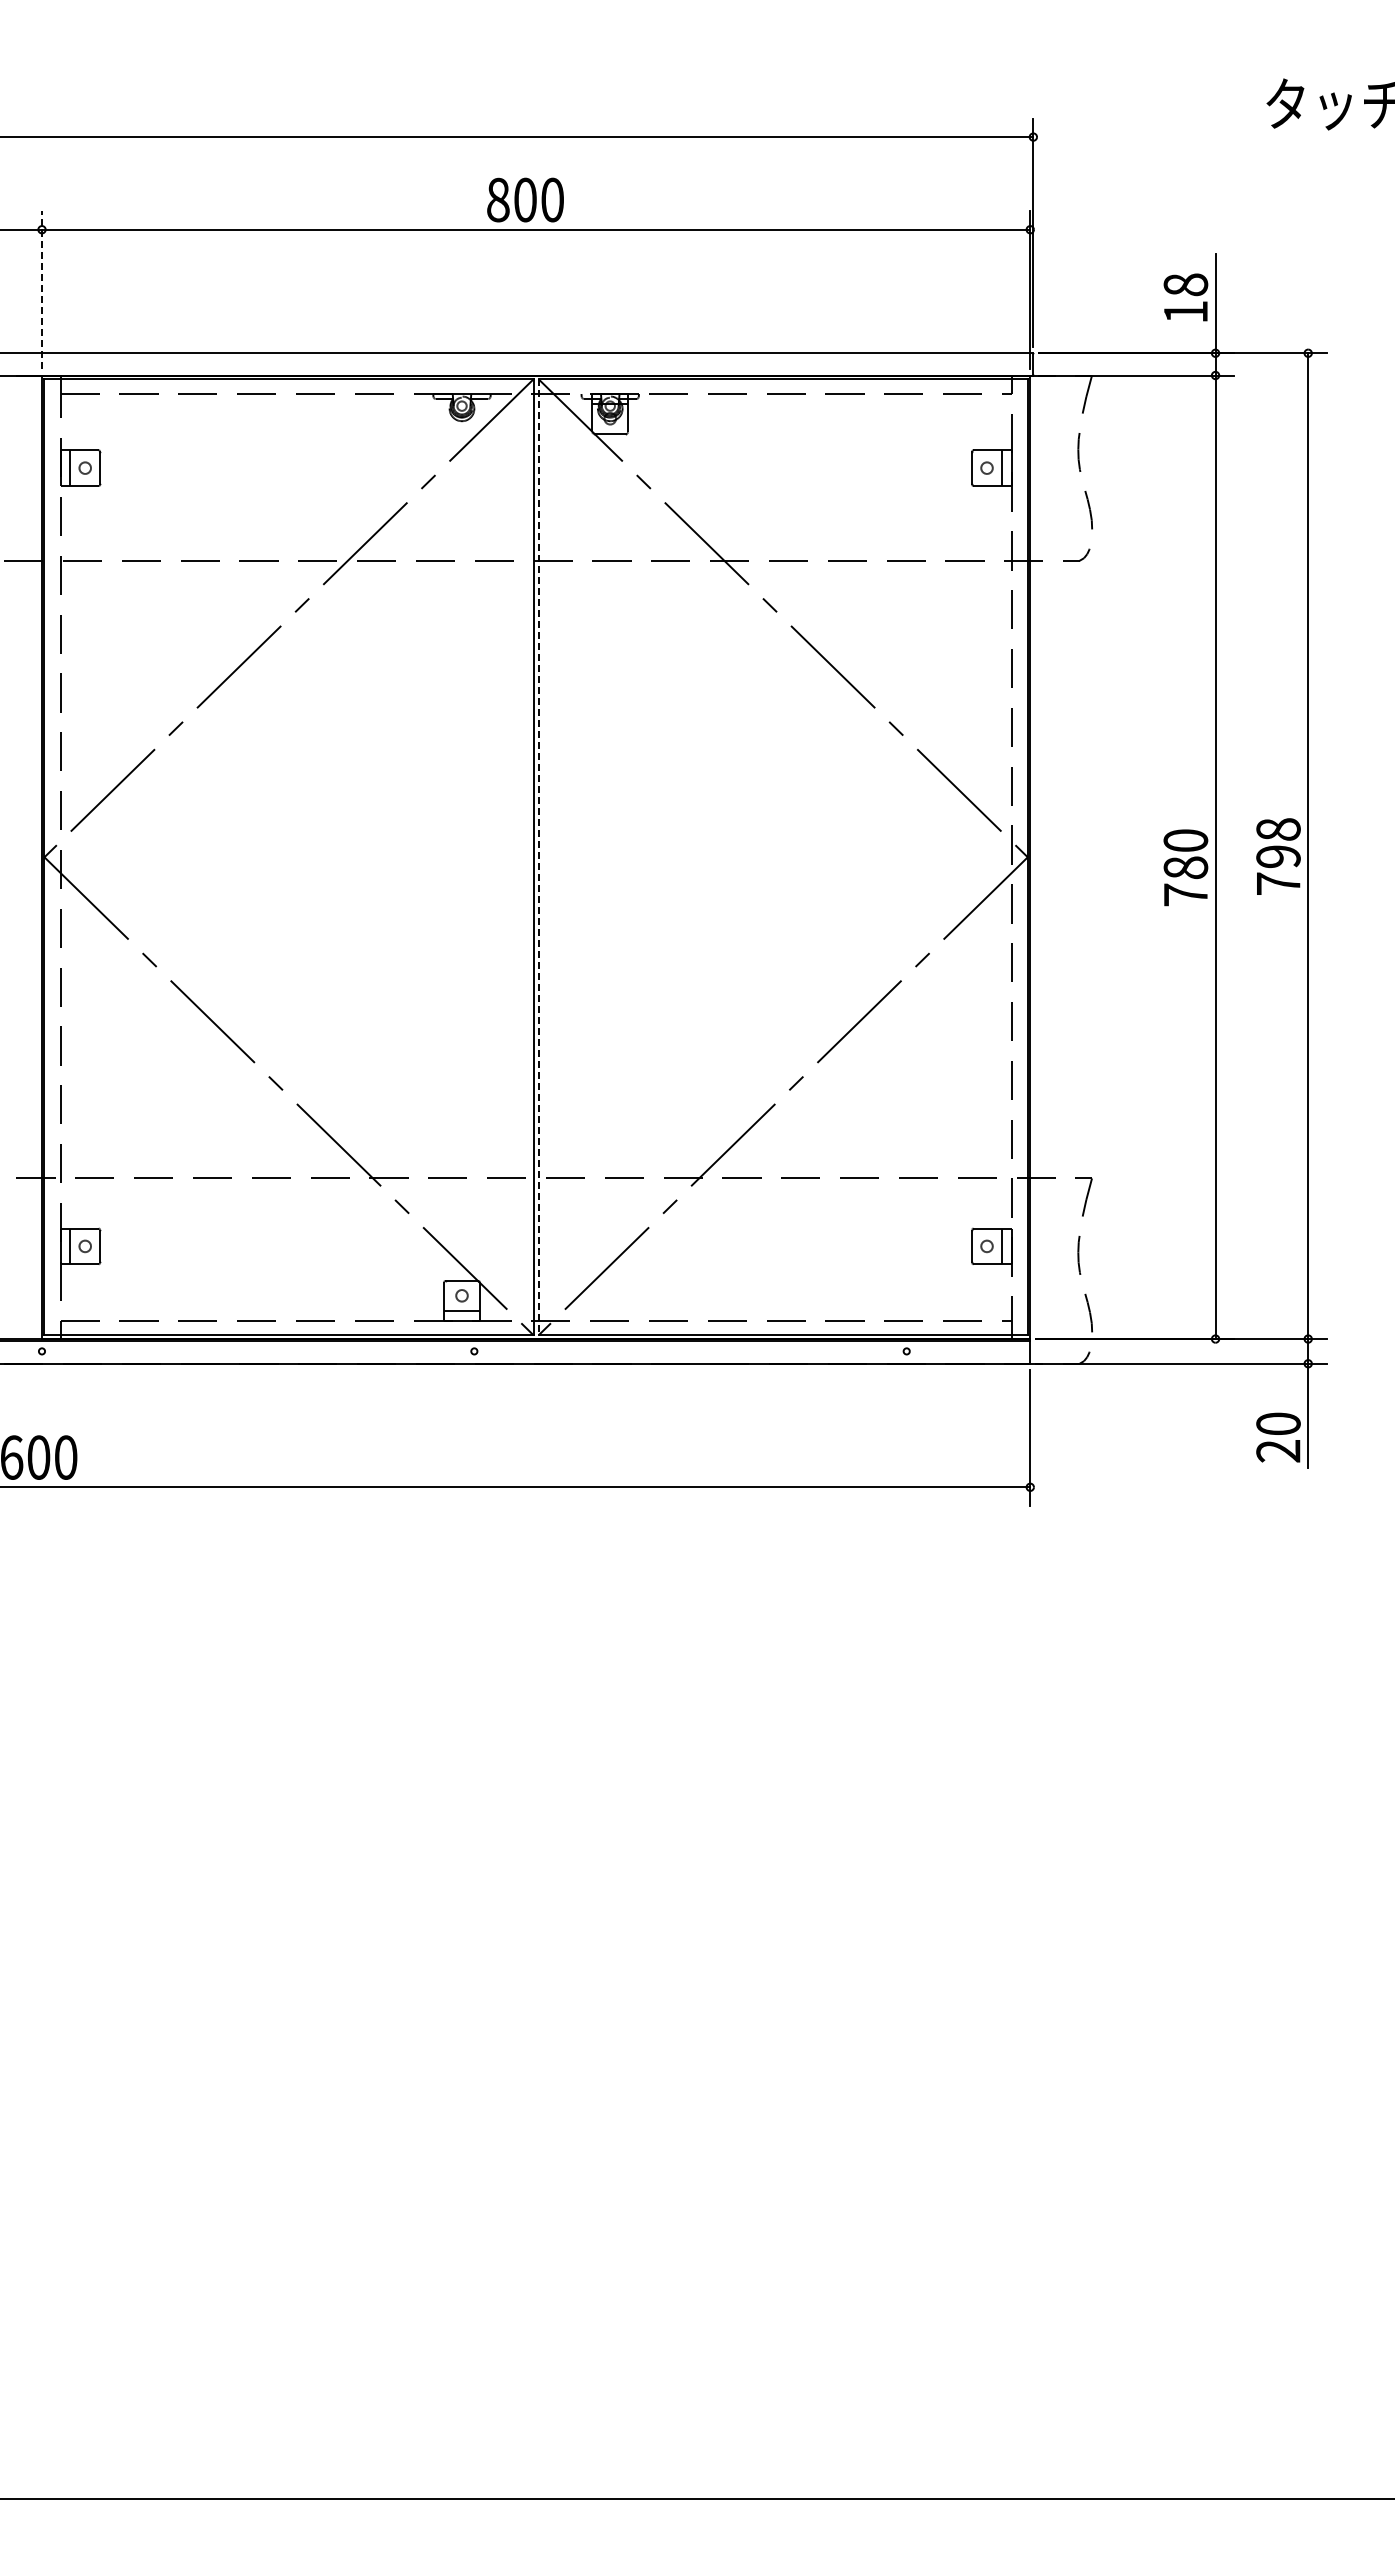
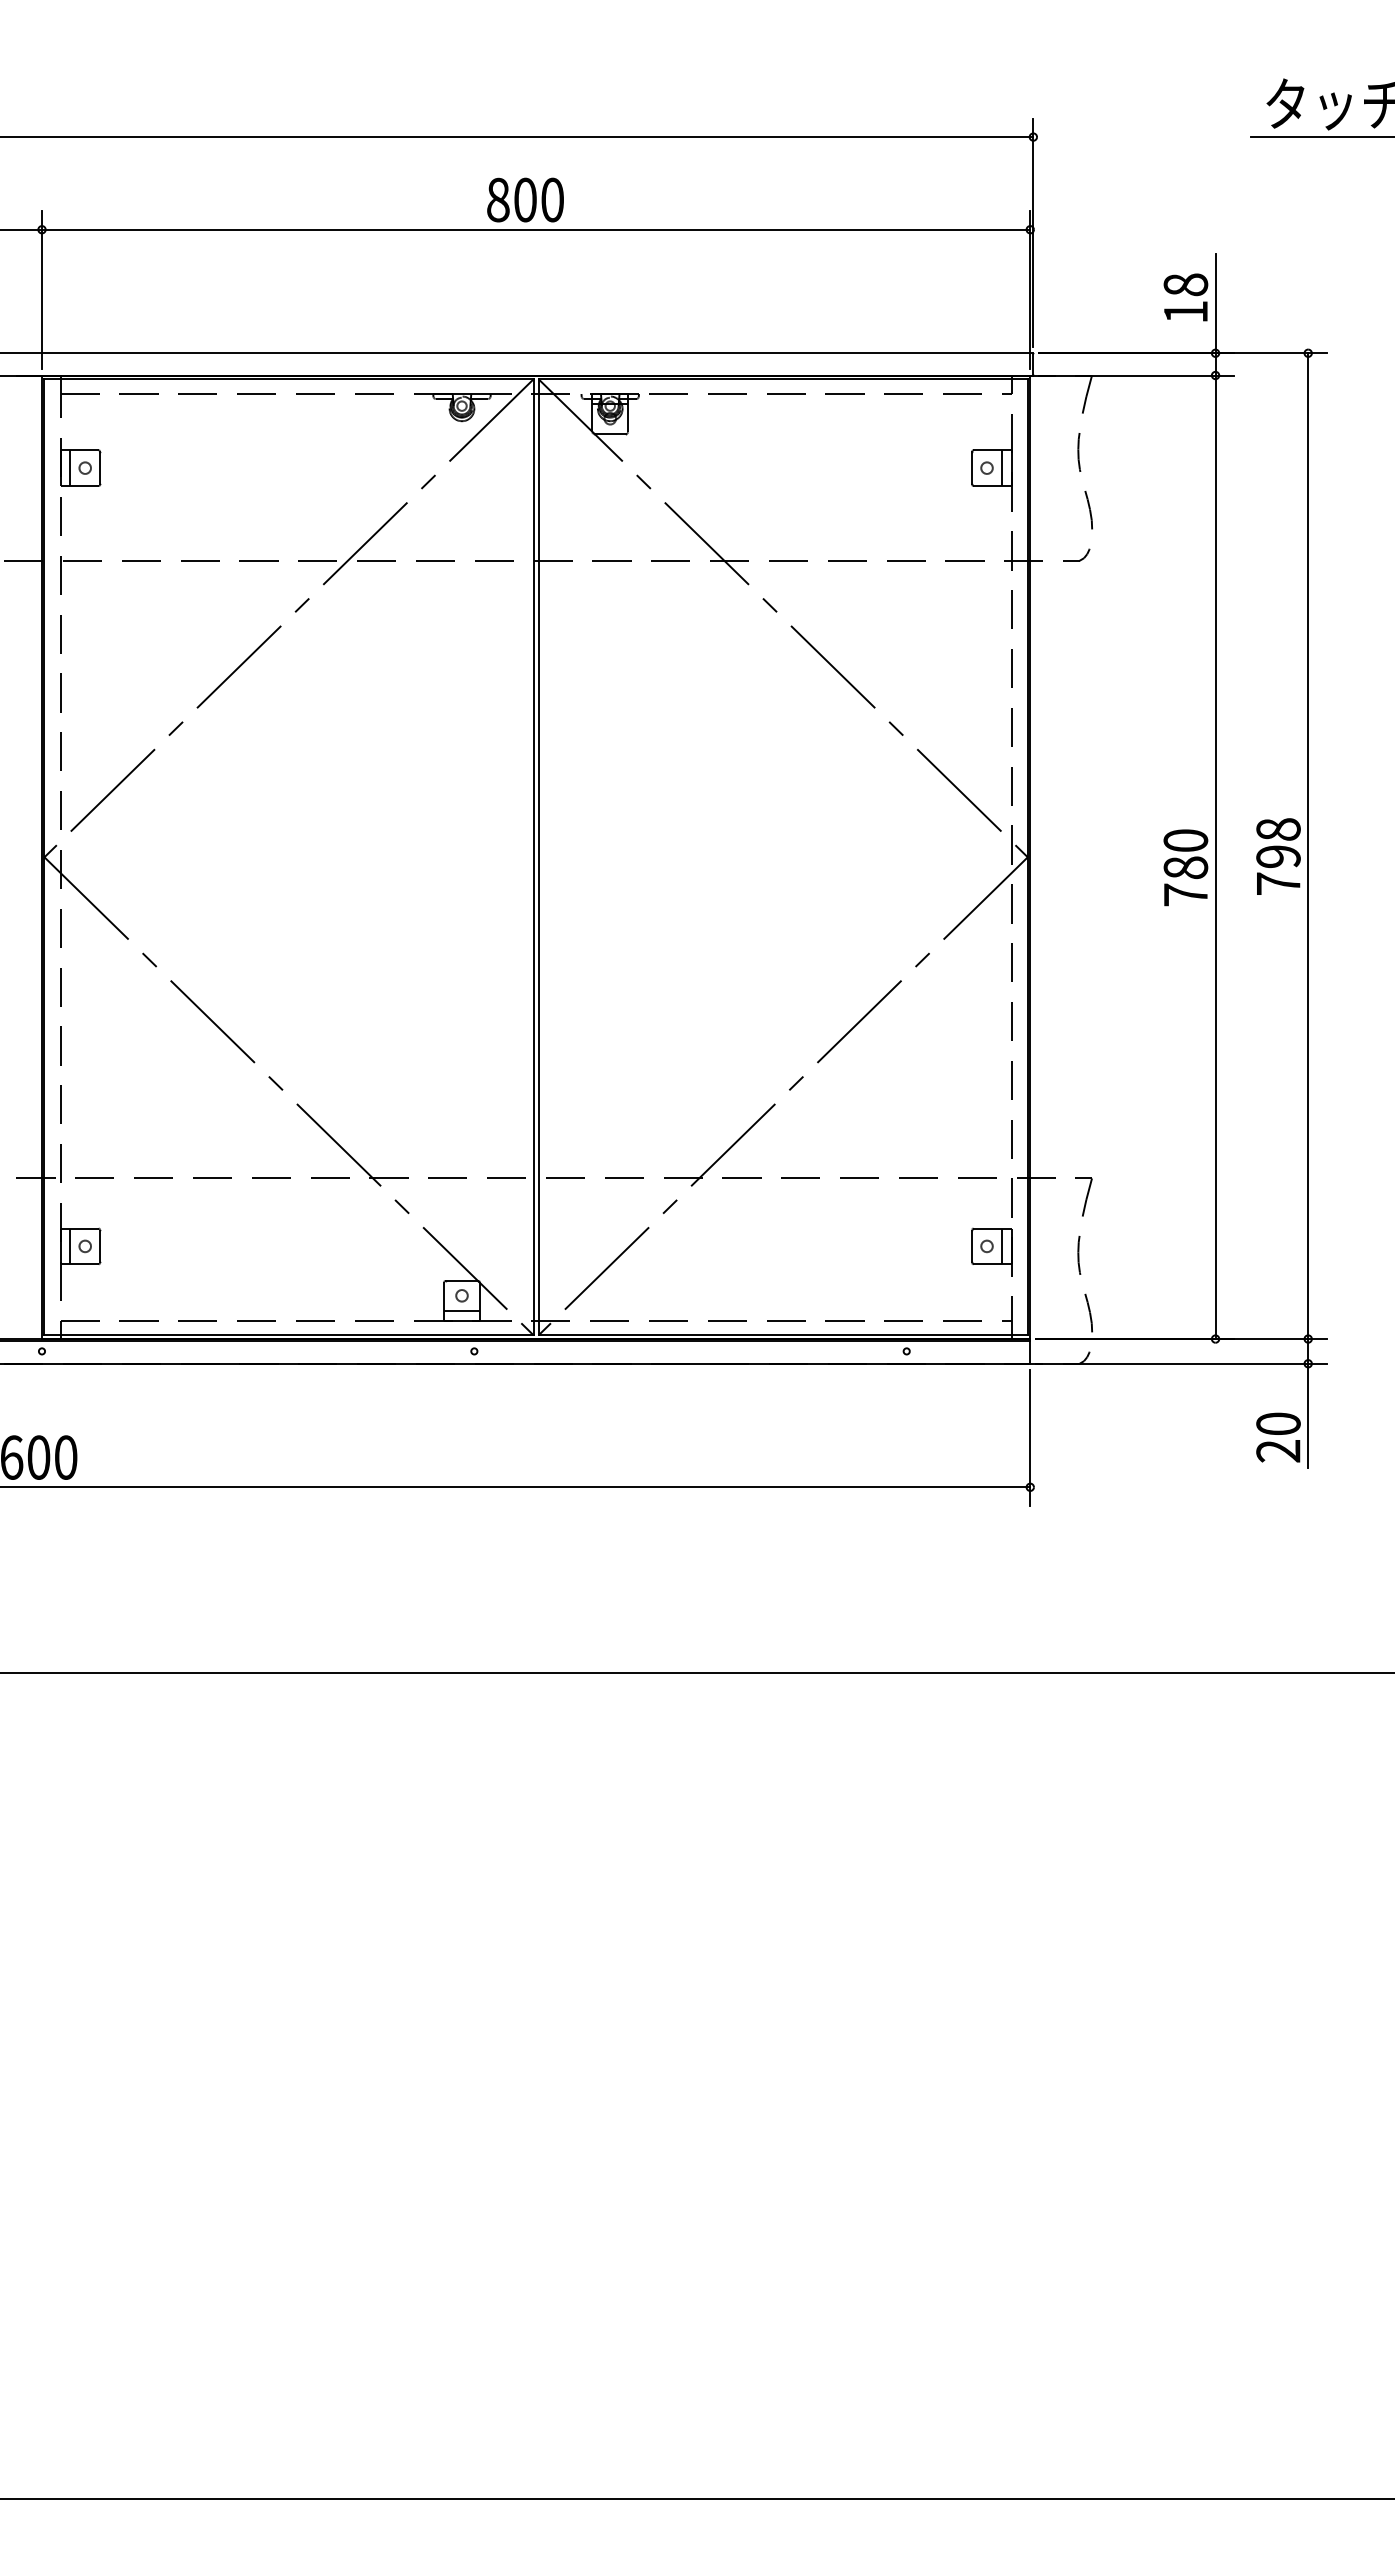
line at (1320, 137): none -> present
line at (42, 289): dashed -> solid
line at (538, 857): dashed -> solid
line at (696, 1672): none -> present
